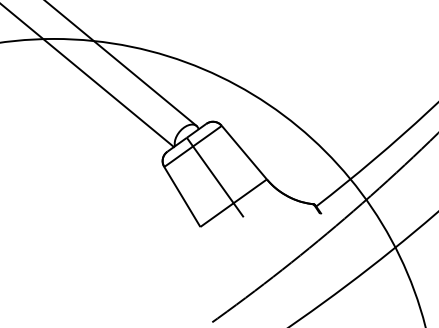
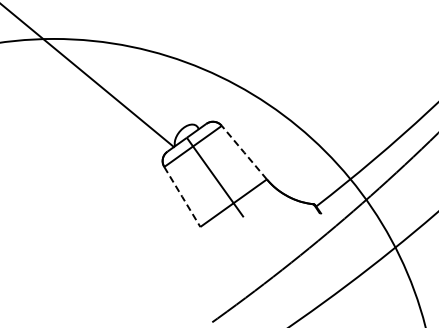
line at (121, 63): present -> none
line at (244, 152): solid -> dashed
line at (182, 196): solid -> dashed
